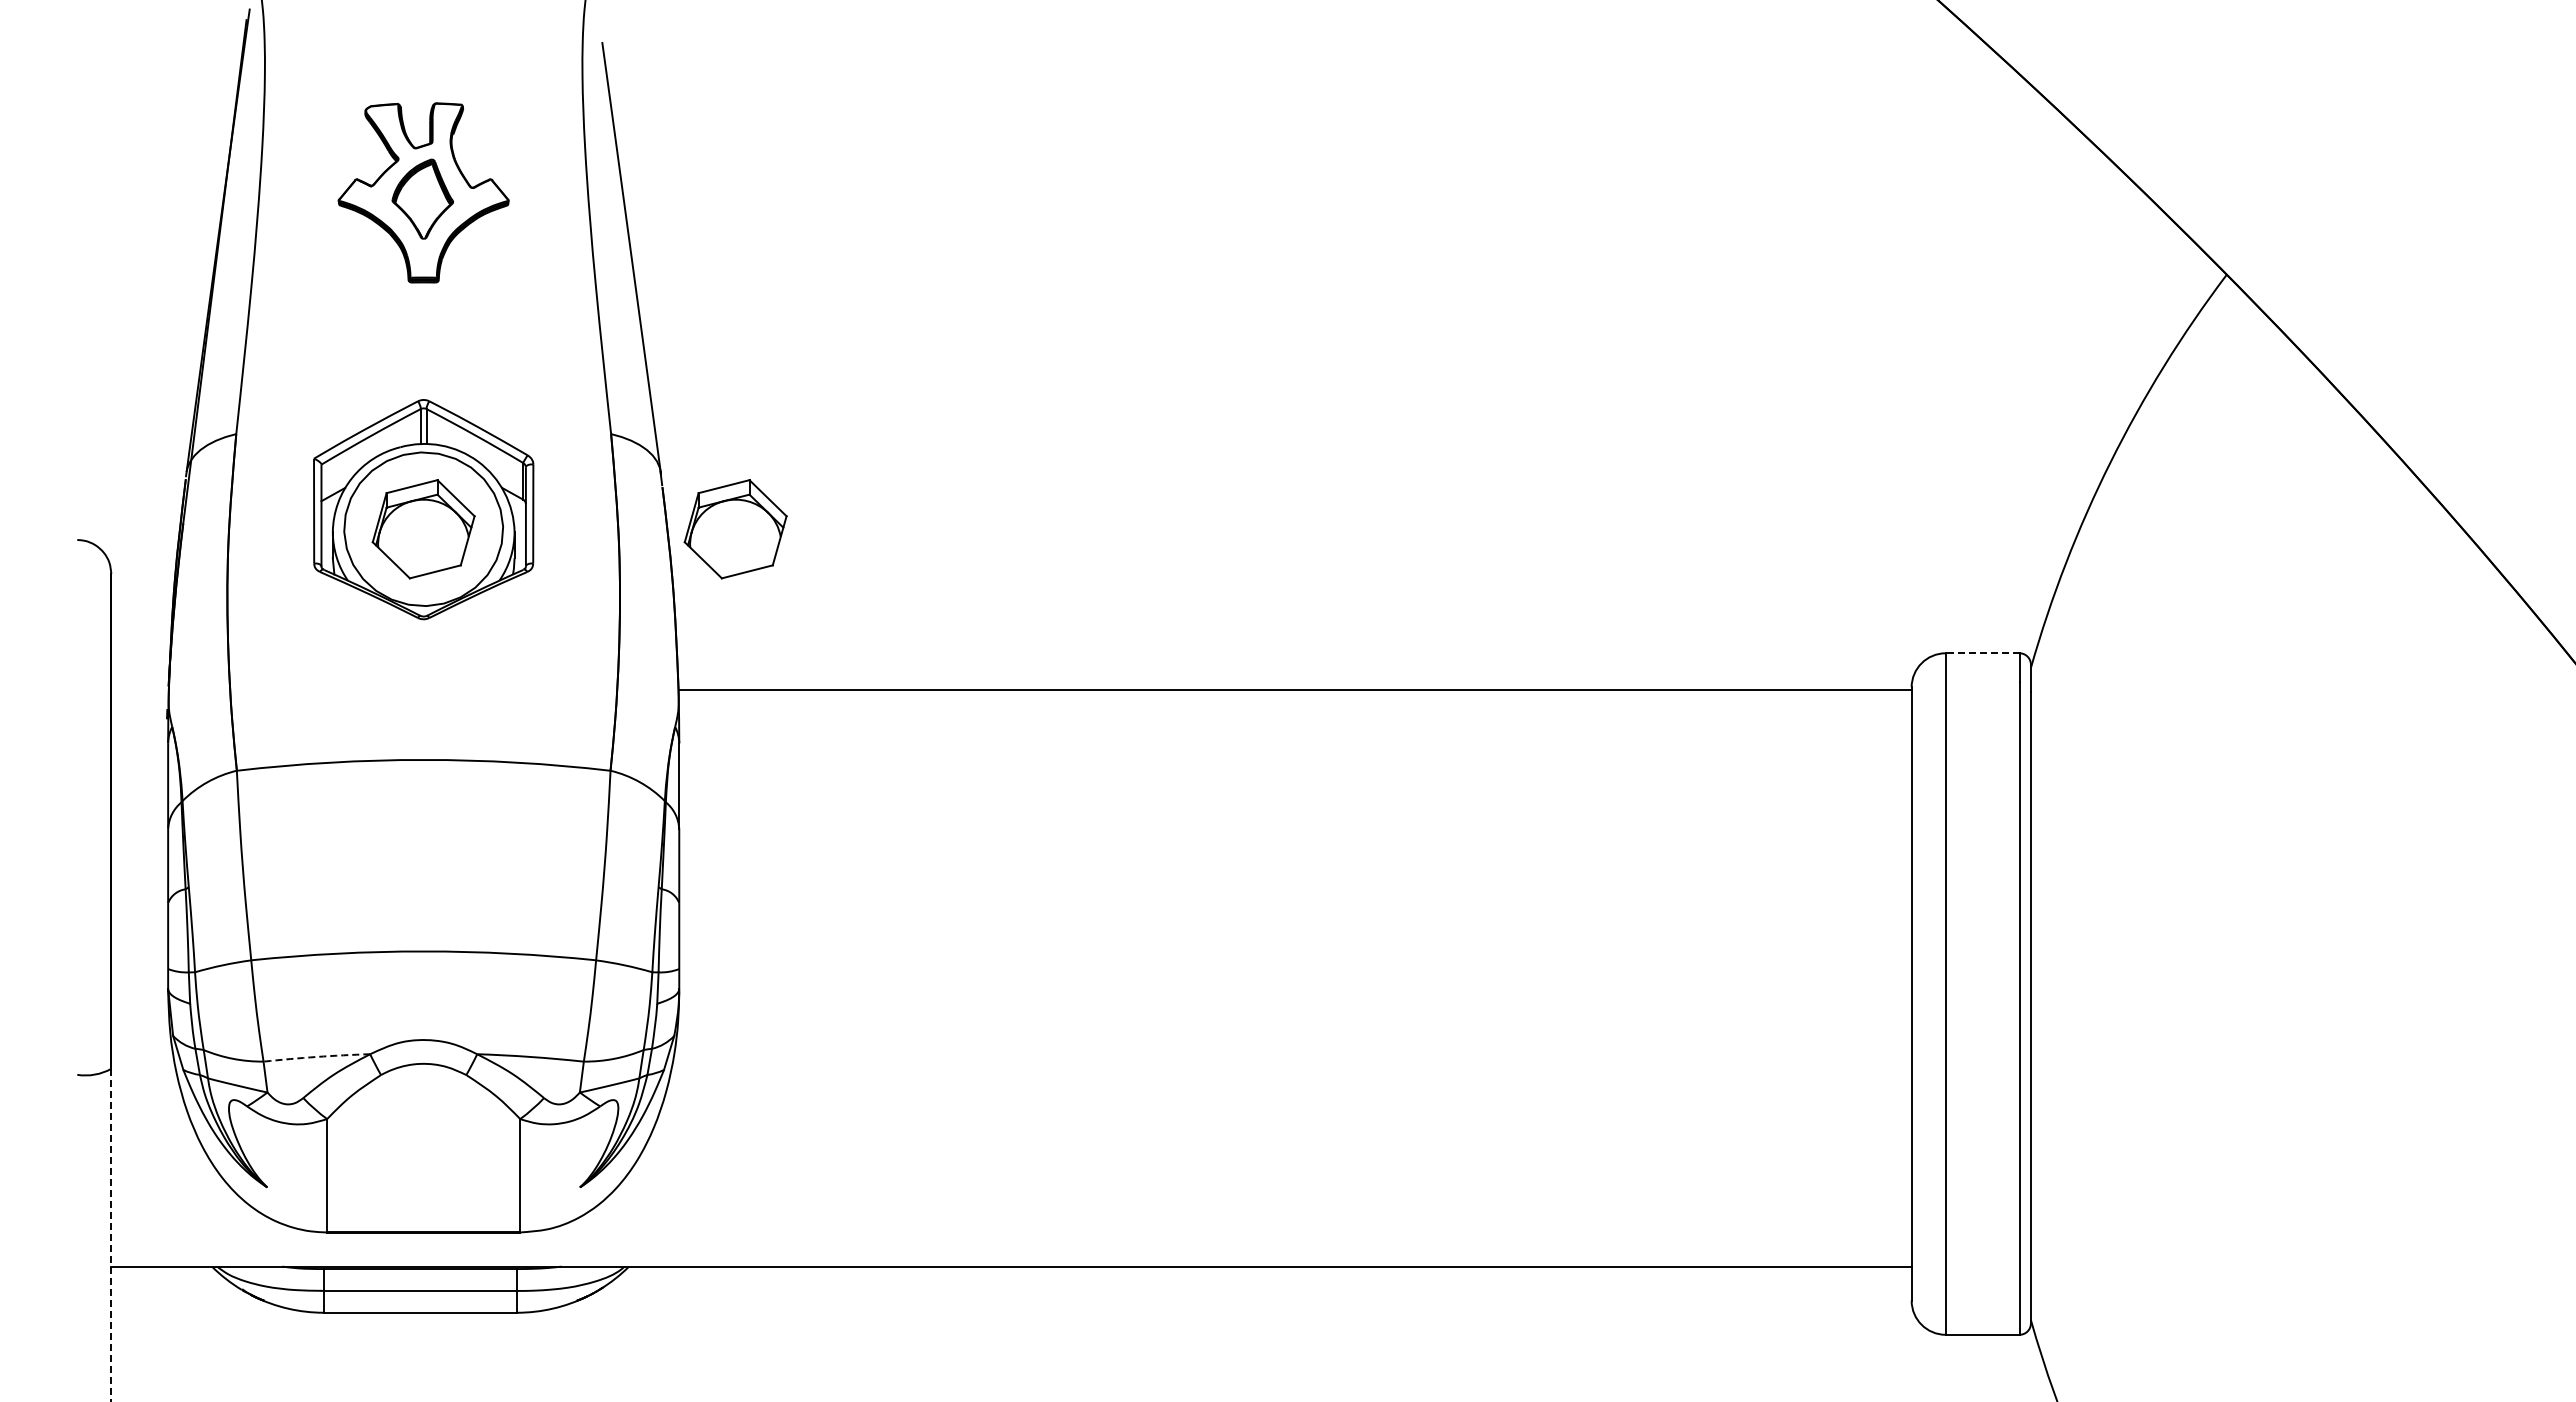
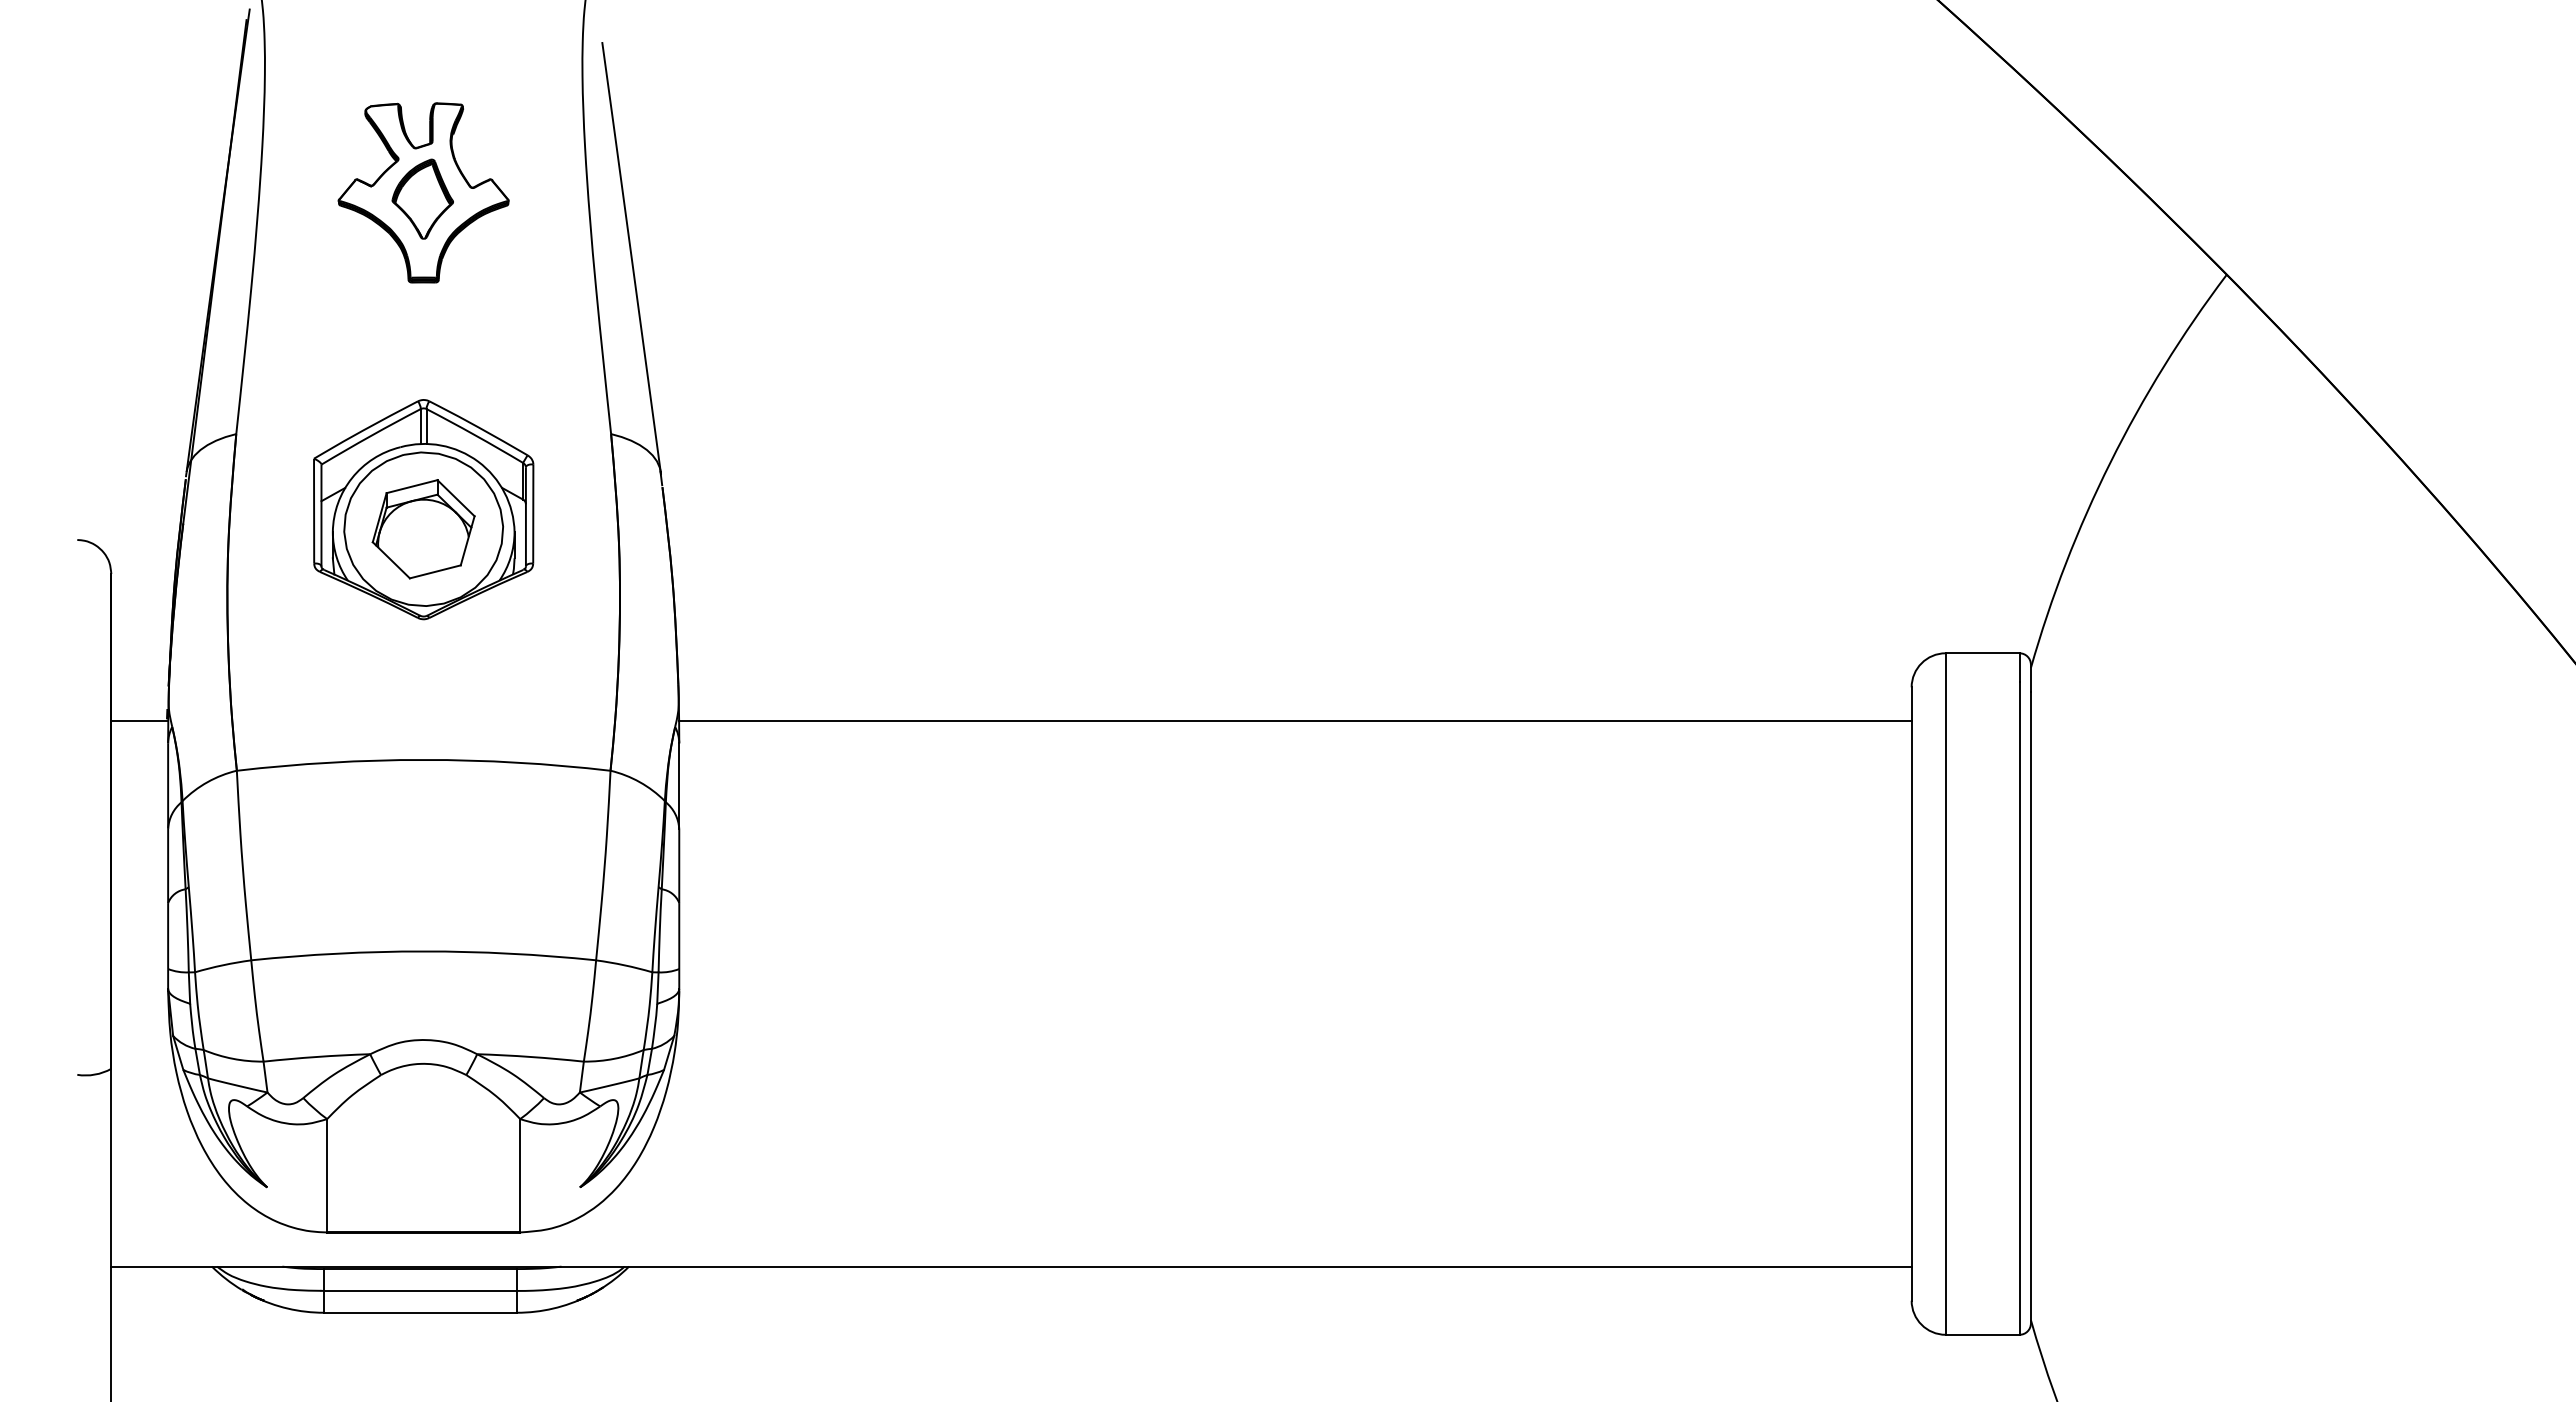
part at (735, 529): present -> none
line at (1982, 653): dashed -> solid
line at (1295, 690) position: (1295, 690) -> (1295, 721)
line at (139, 721): none -> present
arc at (316, 1056): dashed -> solid
line at (111, 1235): dashed -> solid
